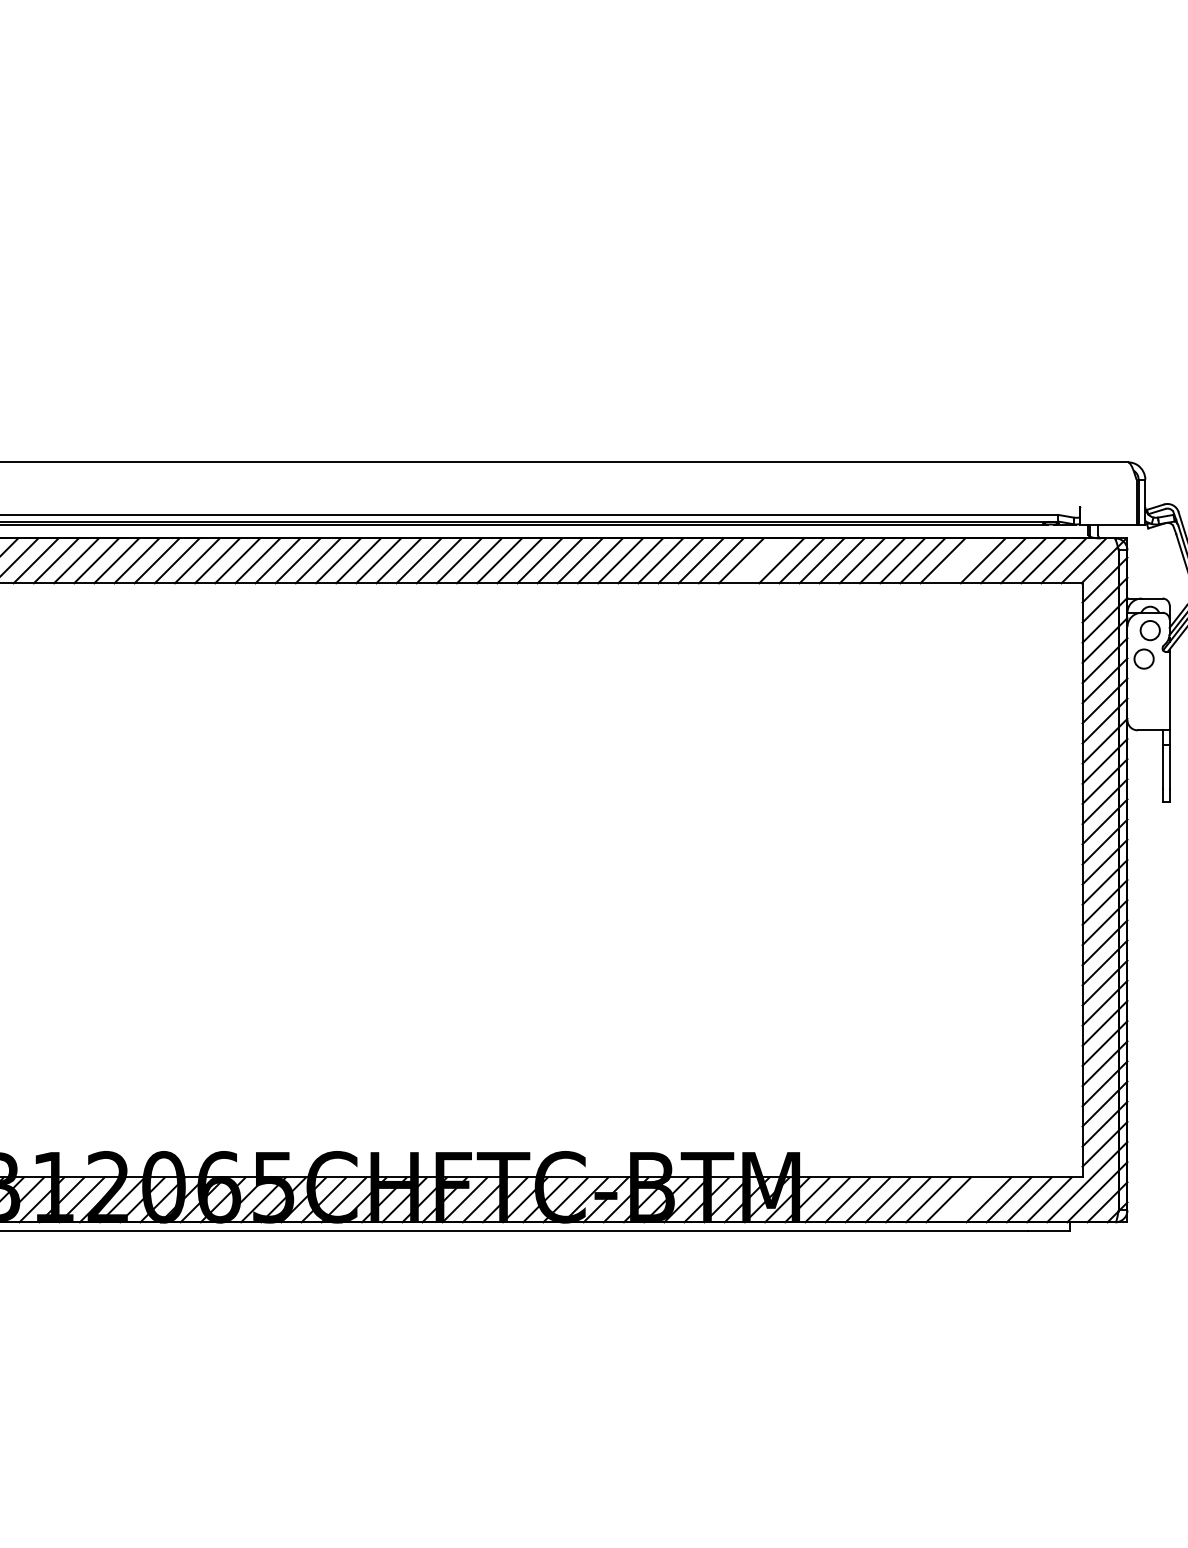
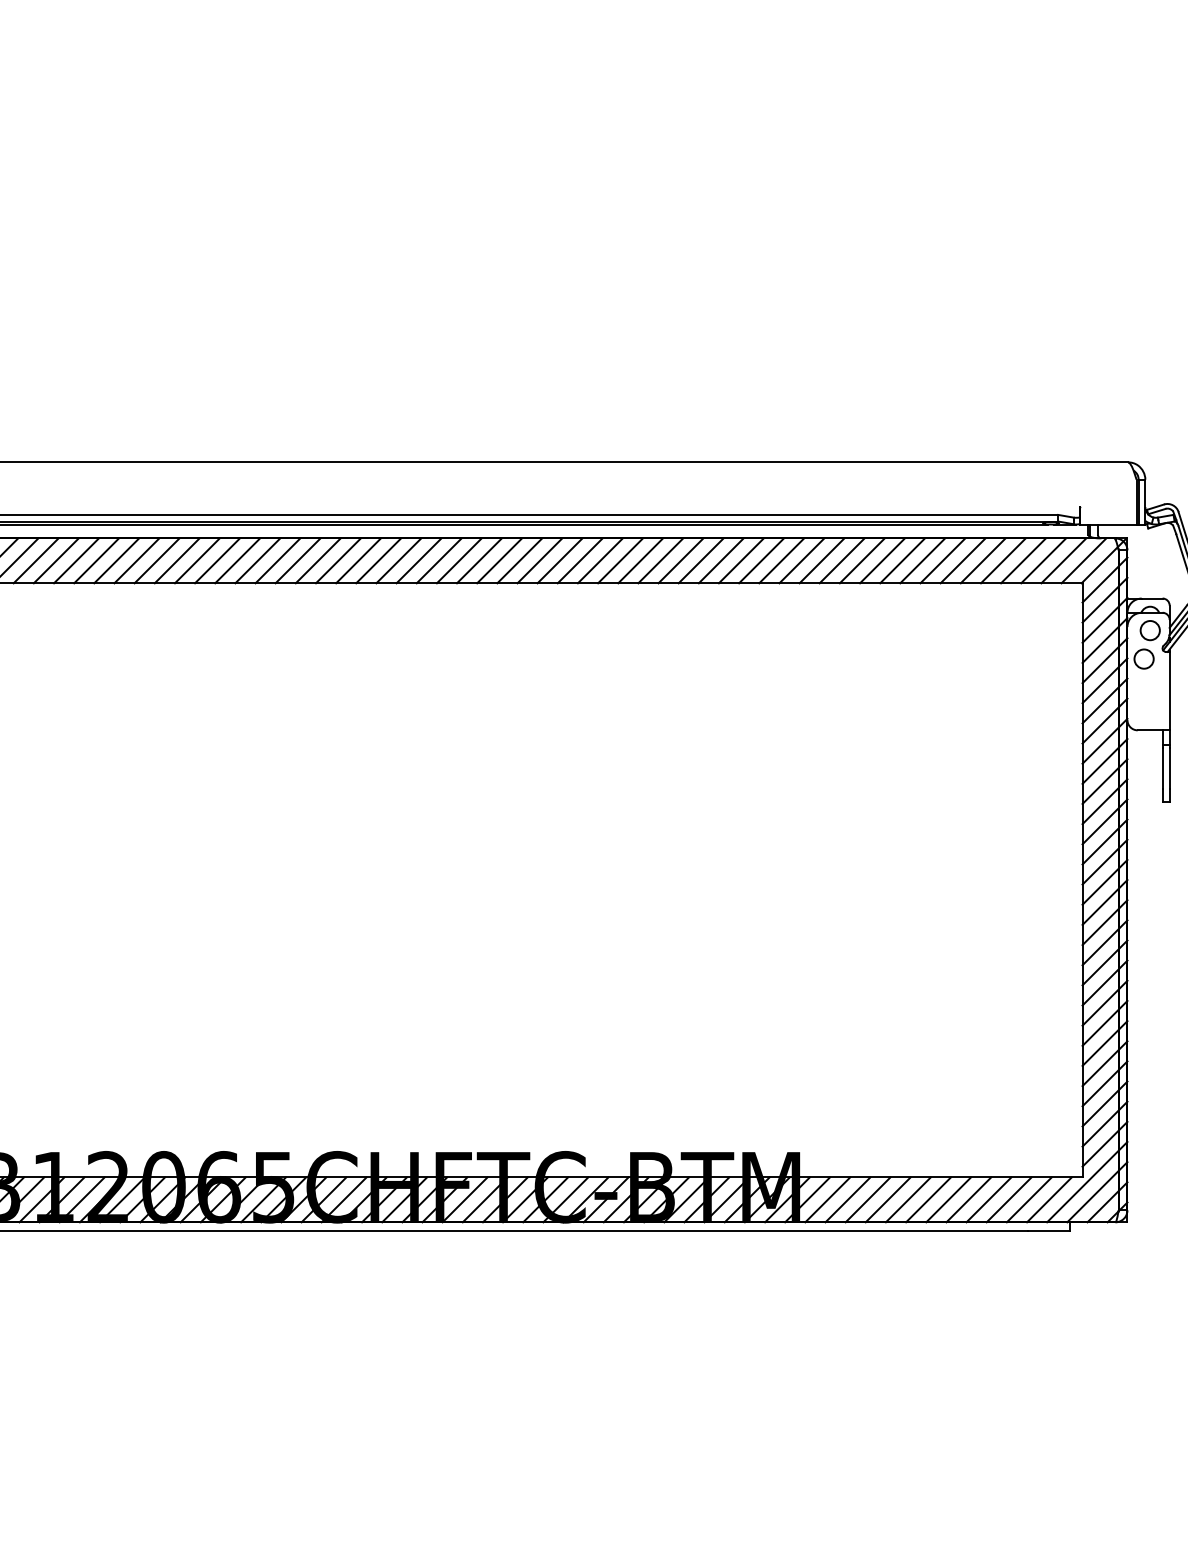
line at (761, 560): none -> present
line at (962, 560): none -> present
line at (968, 1199): none -> present
